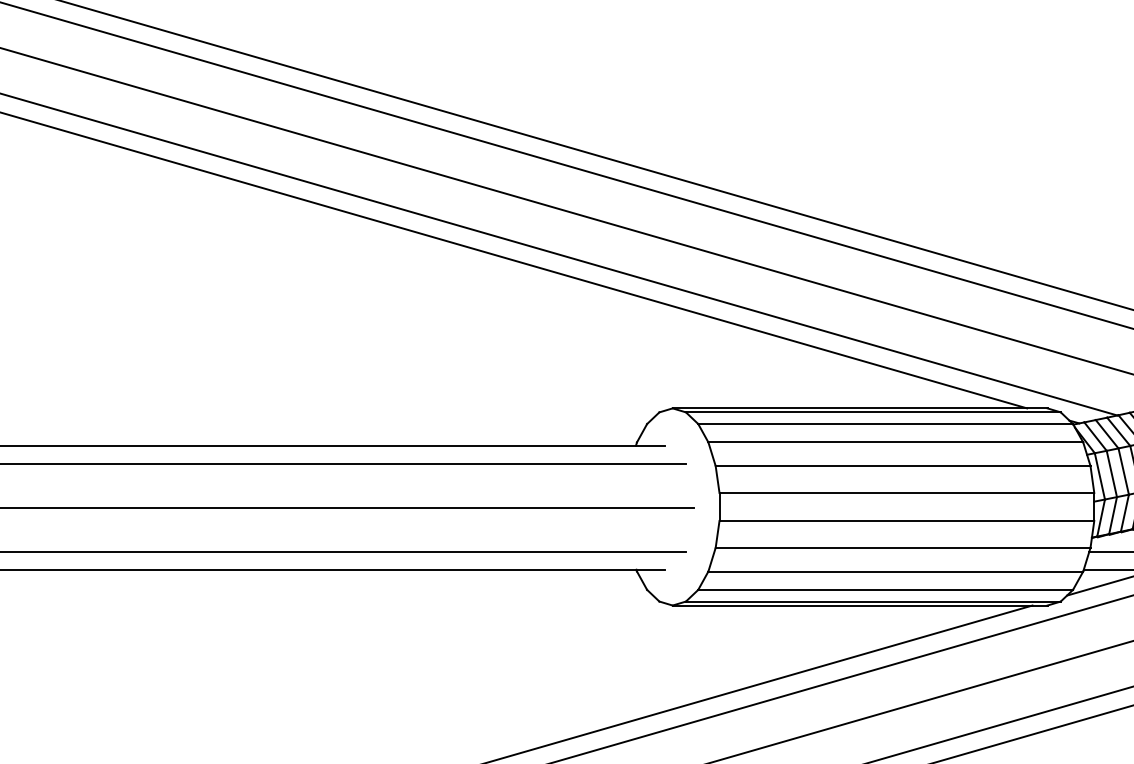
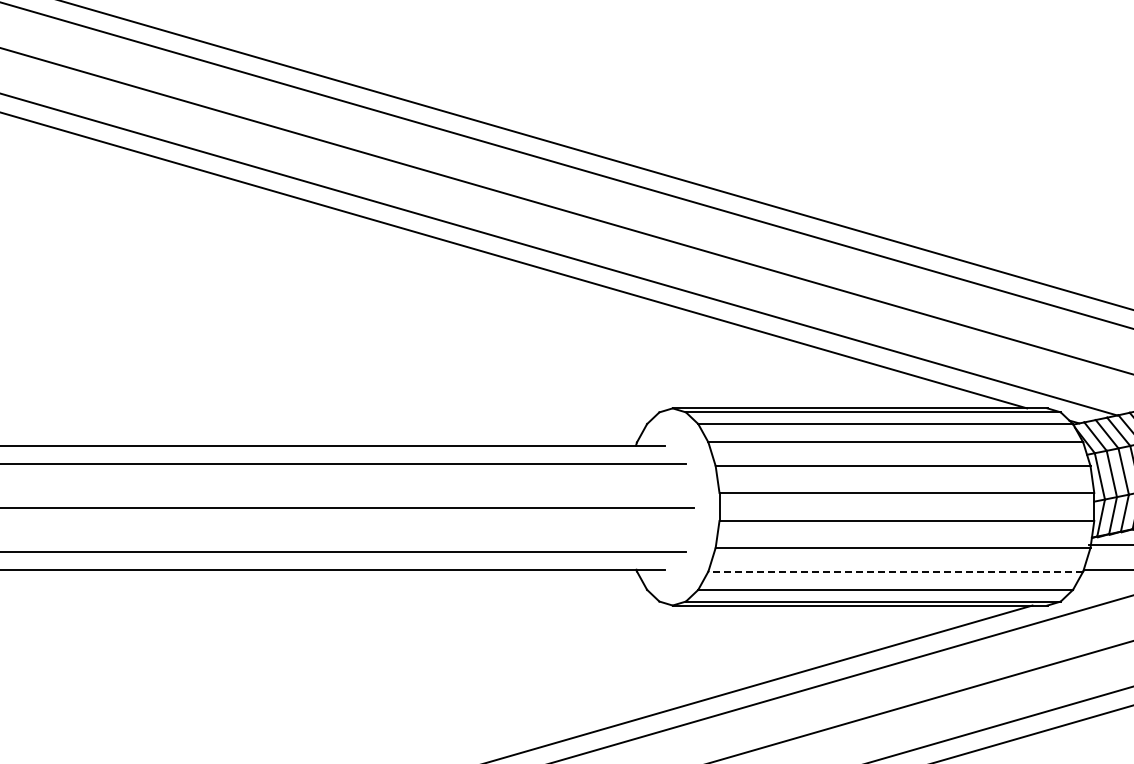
line at (1109, 551) position: (1109, 551) -> (1109, 544)
line at (895, 571): solid -> dashed
line at (1098, 586): present -> none
